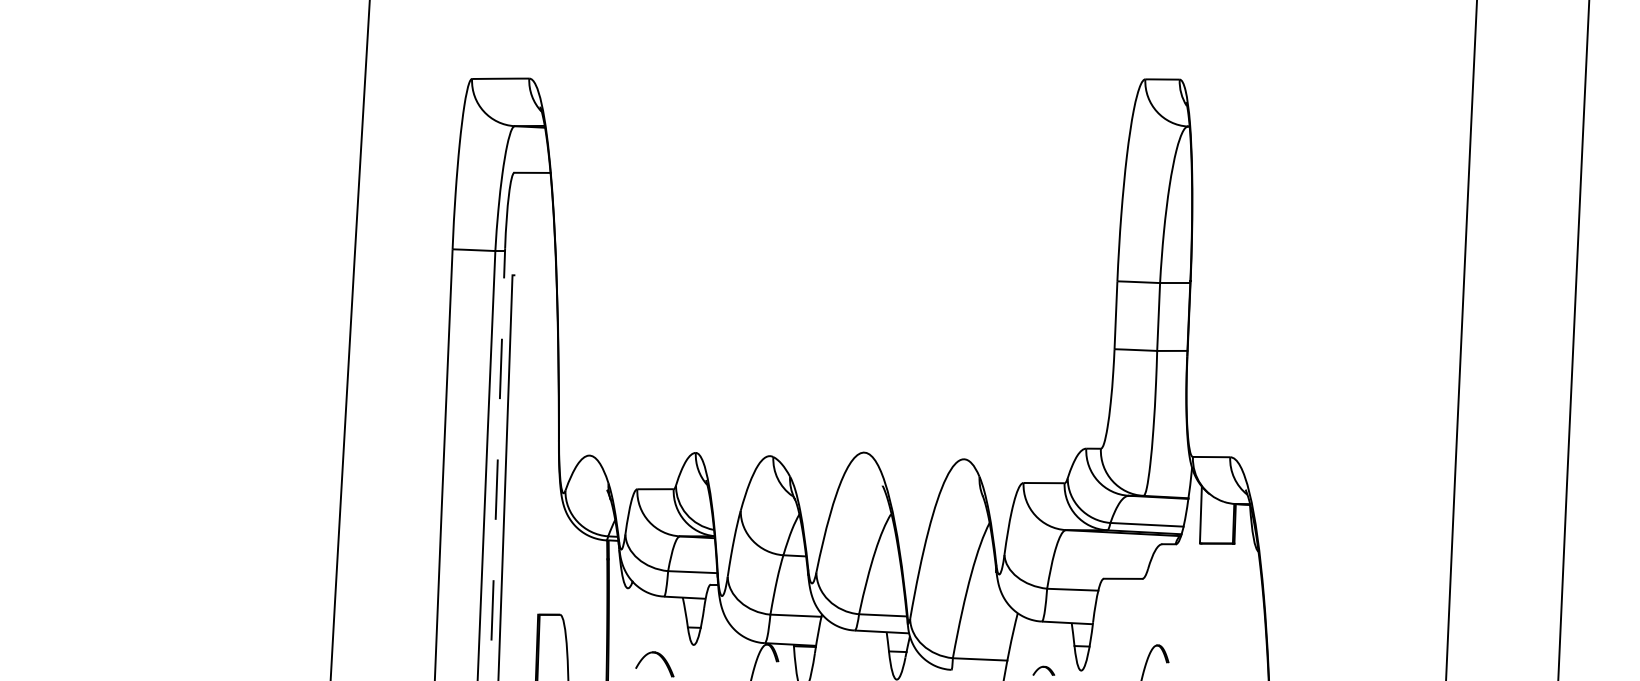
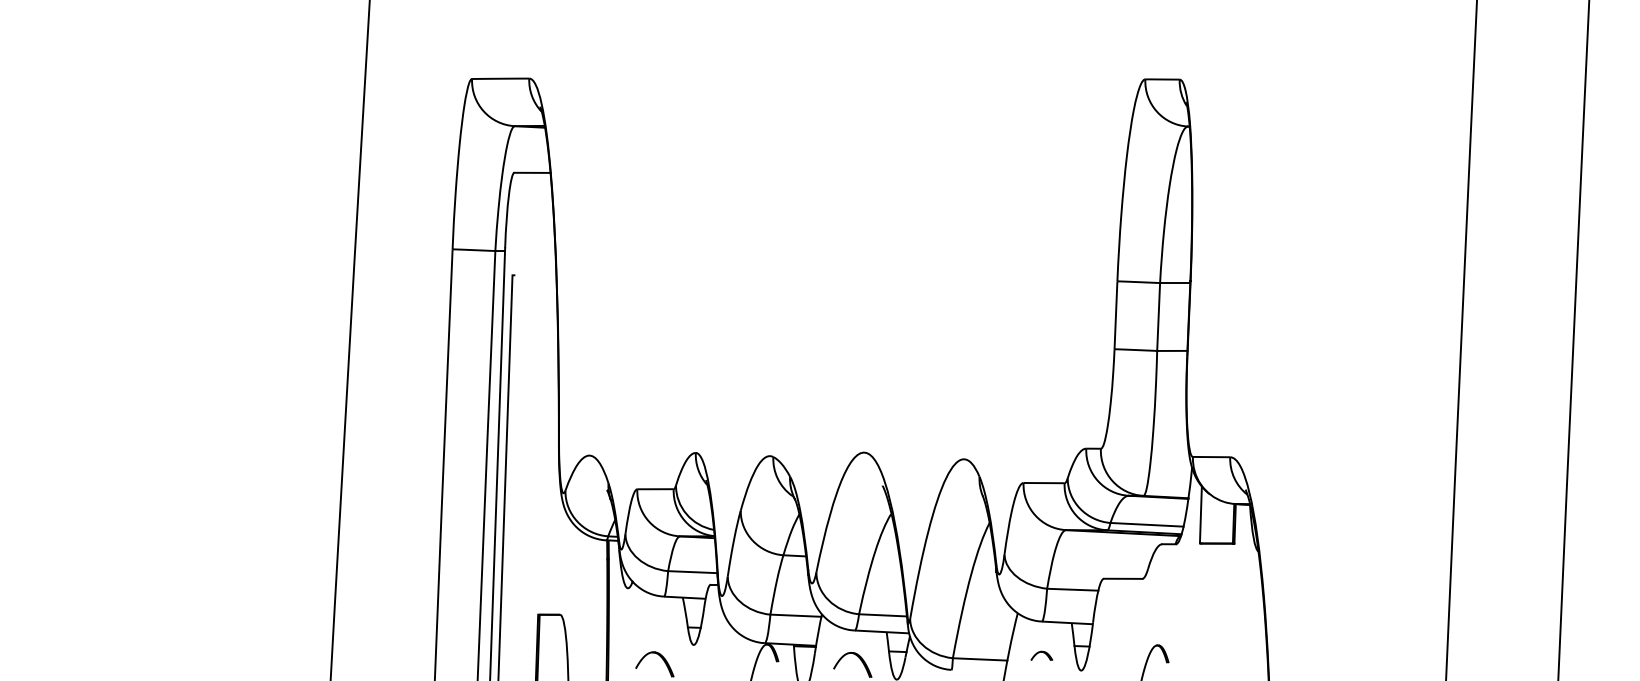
line at (497, 464): dashed -> solid
part at (859, 659): none -> present
part at (1043, 670) position: (1043, 670) -> (1041, 655)
